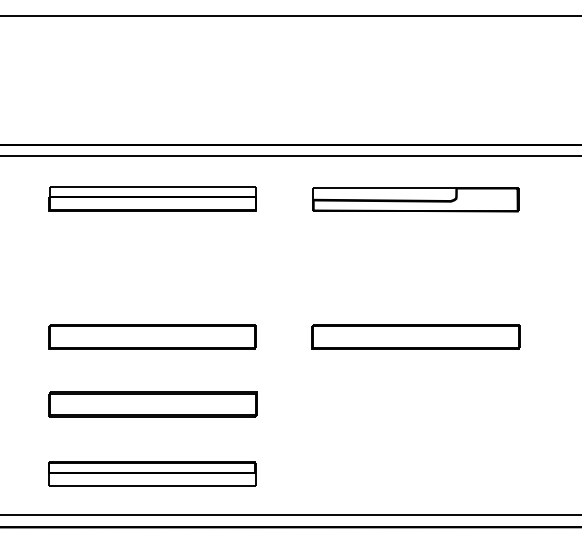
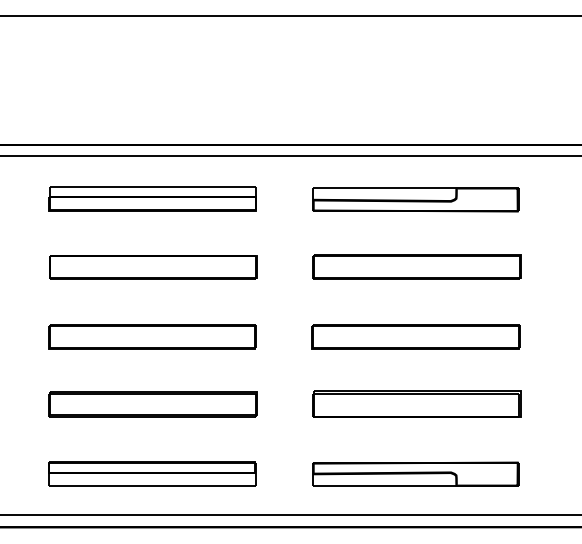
part at (416, 266): none -> present
part at (153, 267): none -> present
part at (416, 403): none -> present
part at (415, 473): none -> present
